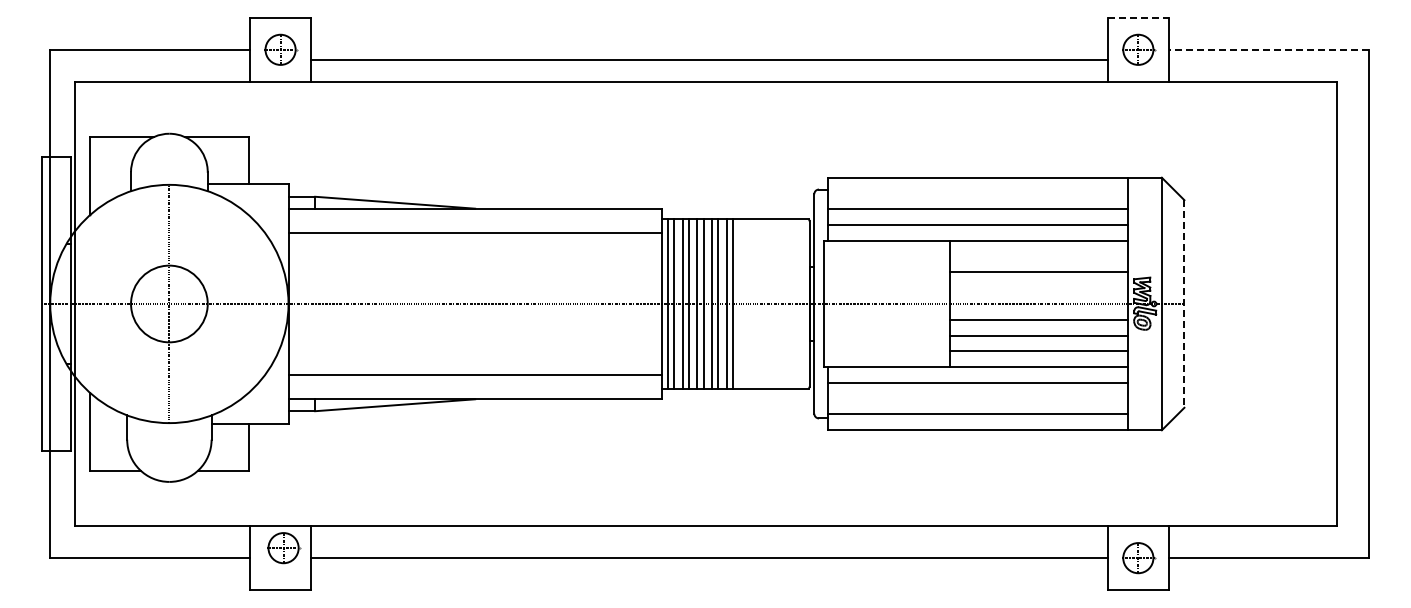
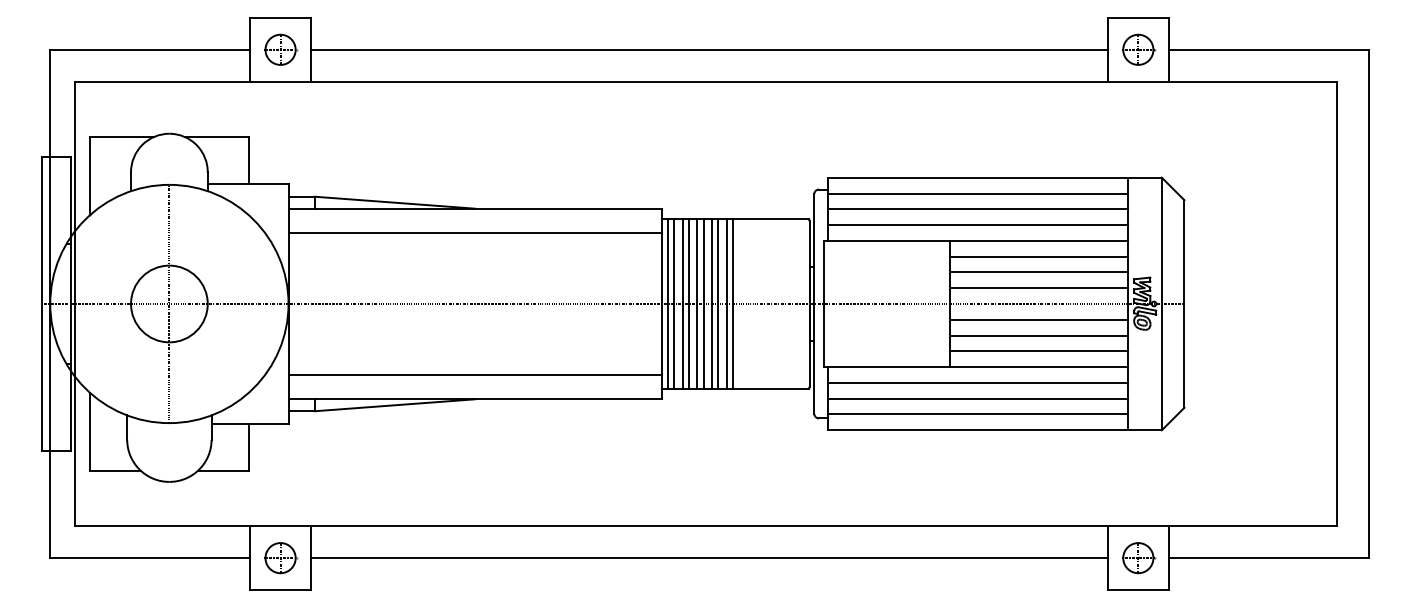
line at (1138, 18): dashed -> solid
line at (1268, 49): dashed -> solid
line at (709, 59) position: (709, 59) -> (709, 49)
line at (978, 193): none -> present
line at (1039, 256): none -> present
line at (1039, 288): none -> present
line at (1184, 304): dashed -> solid
line at (978, 398): none -> present
part at (284, 548) position: (284, 548) -> (281, 558)
